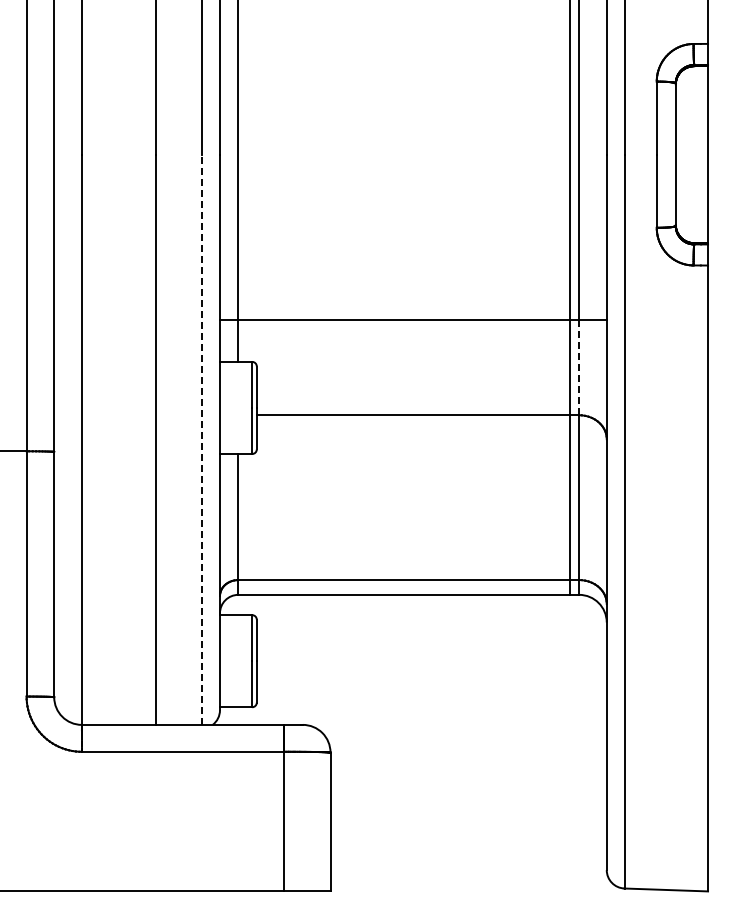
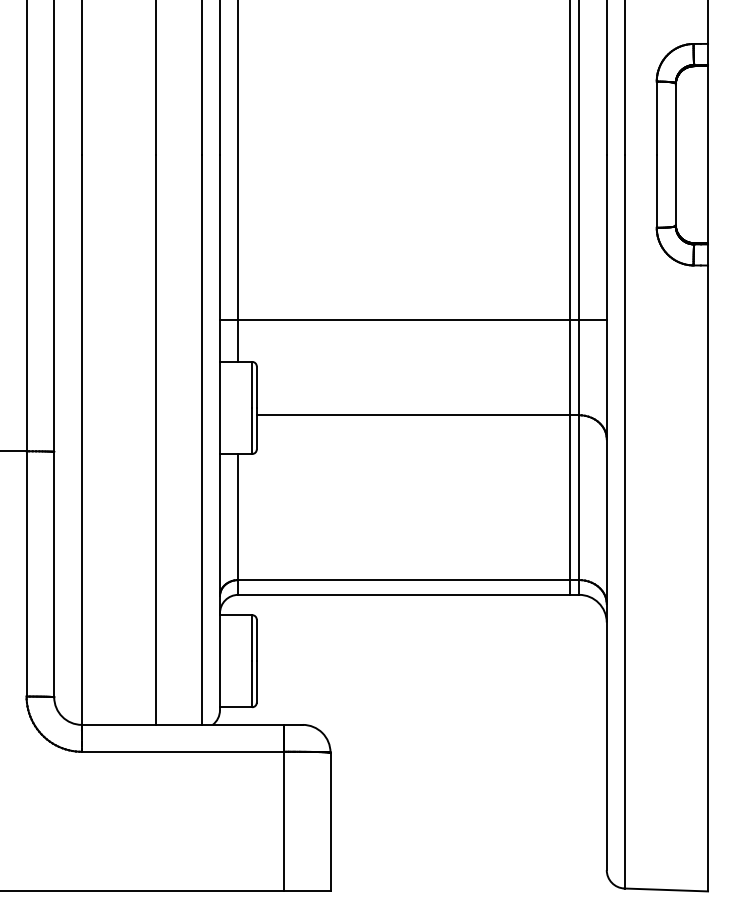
line at (579, 367): dashed -> solid
line at (202, 439): dashed -> solid
